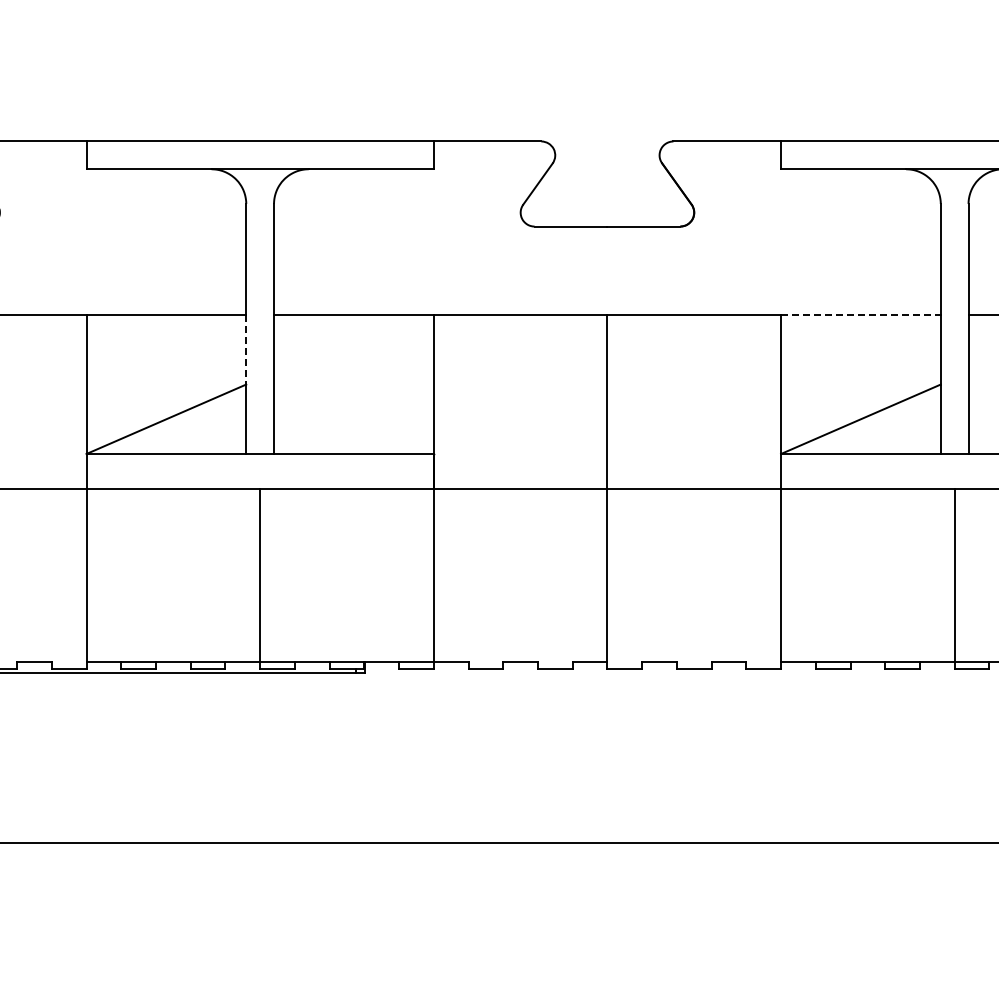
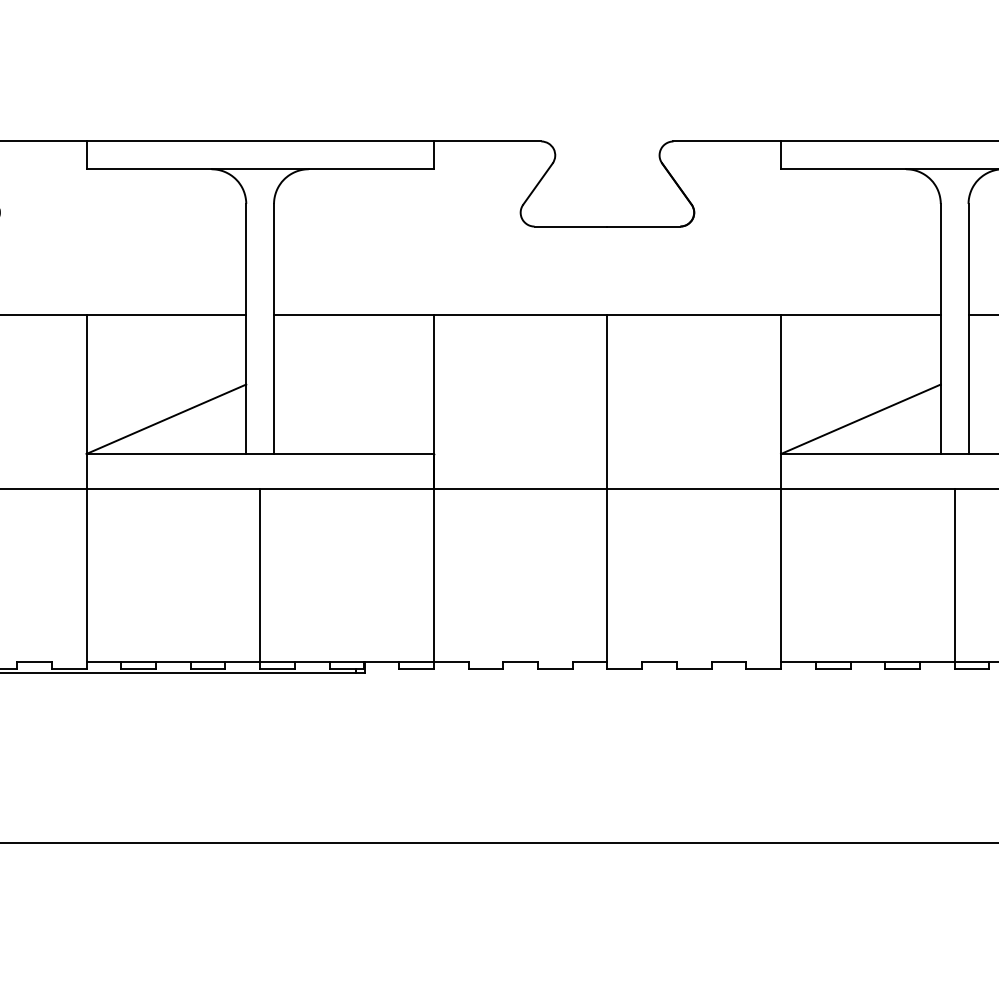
line at (860, 315): dashed -> solid
line at (246, 349): dashed -> solid
